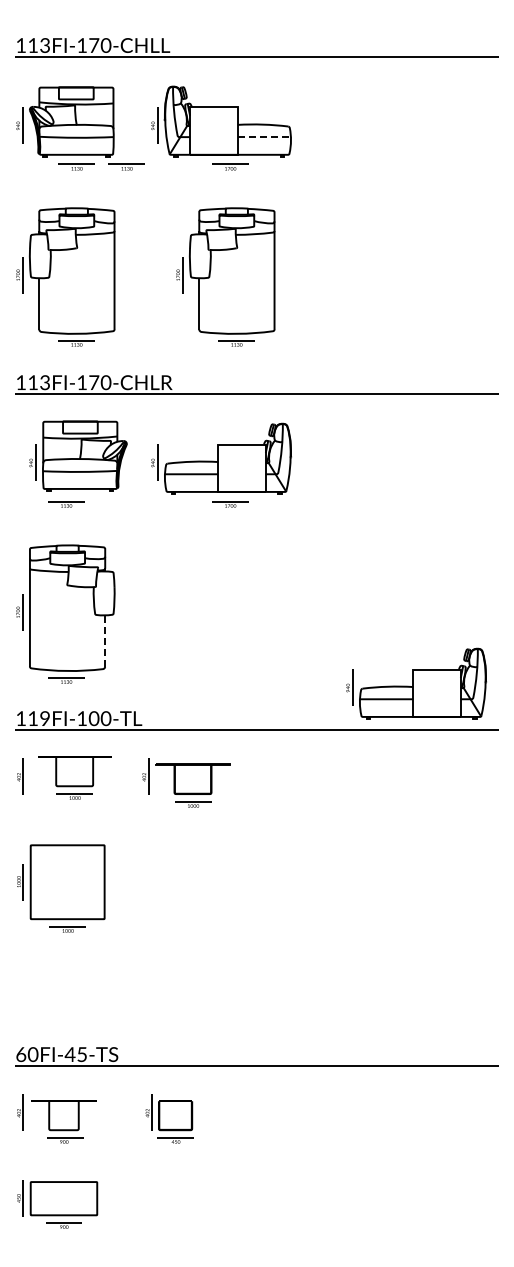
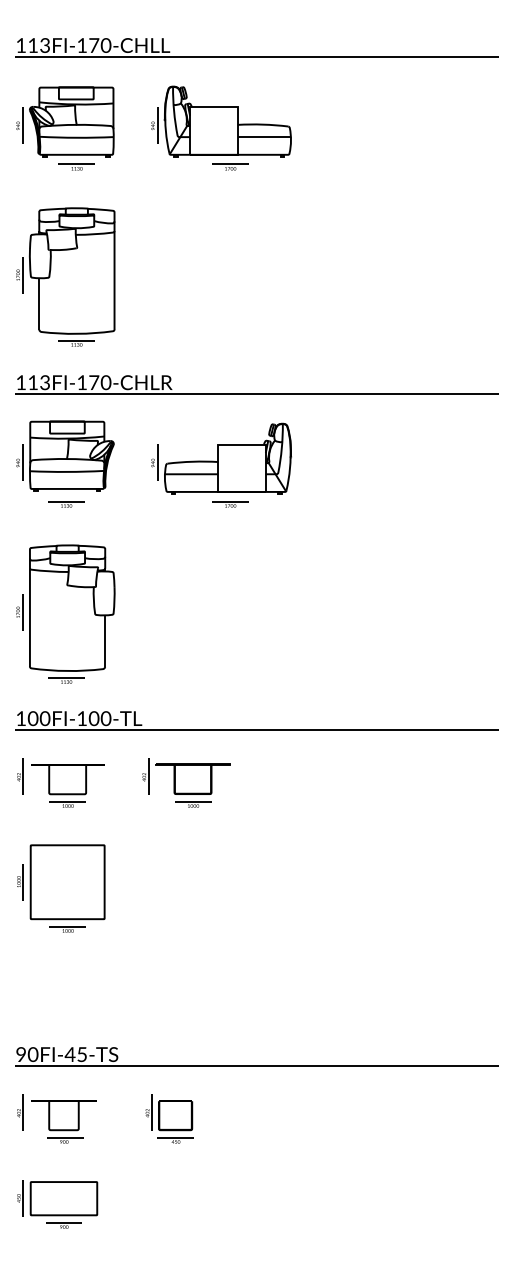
line at (264, 137): dashed -> solid
part at (126, 166): present -> none
part at (225, 276): present -> none
part at (78, 455) position: (78, 455) -> (65, 455)
line at (105, 641): dashed -> solid
part at (416, 683): present -> none
text at (38, 718): 119FI-100-TL -> 100FI-100-TL
part at (74, 777) position: (74, 777) -> (67, 785)
text at (21, 1054): 60FI-45-TS -> 90FI-45-TS
